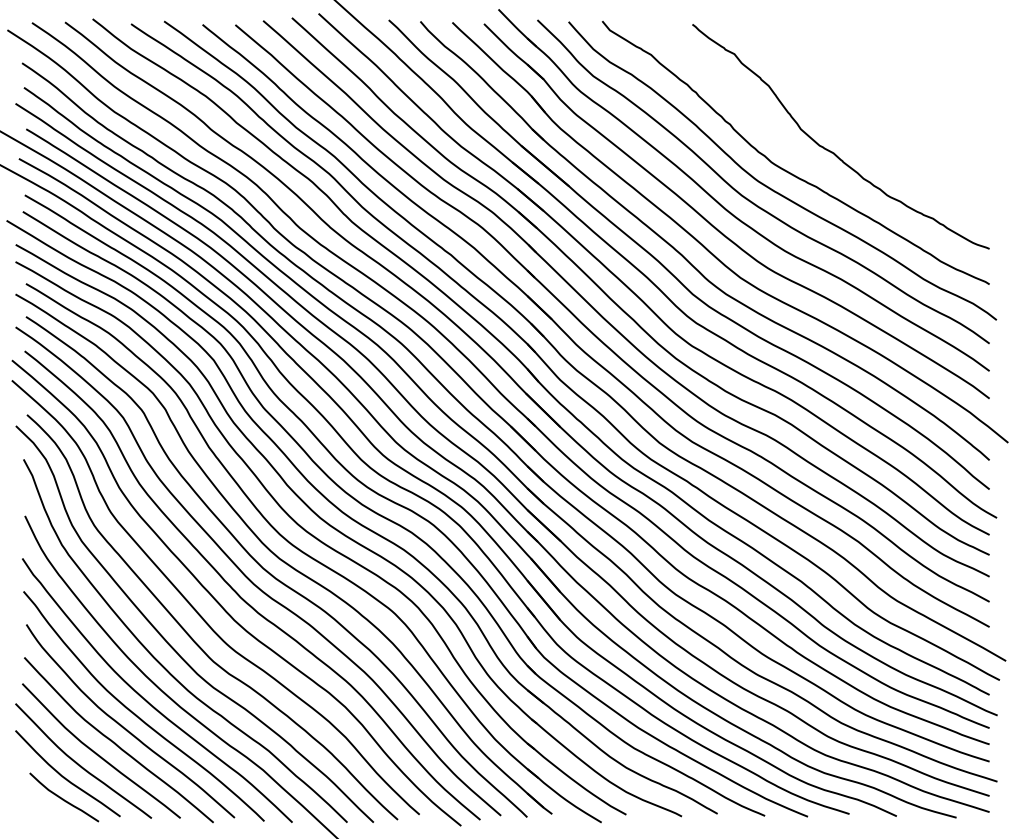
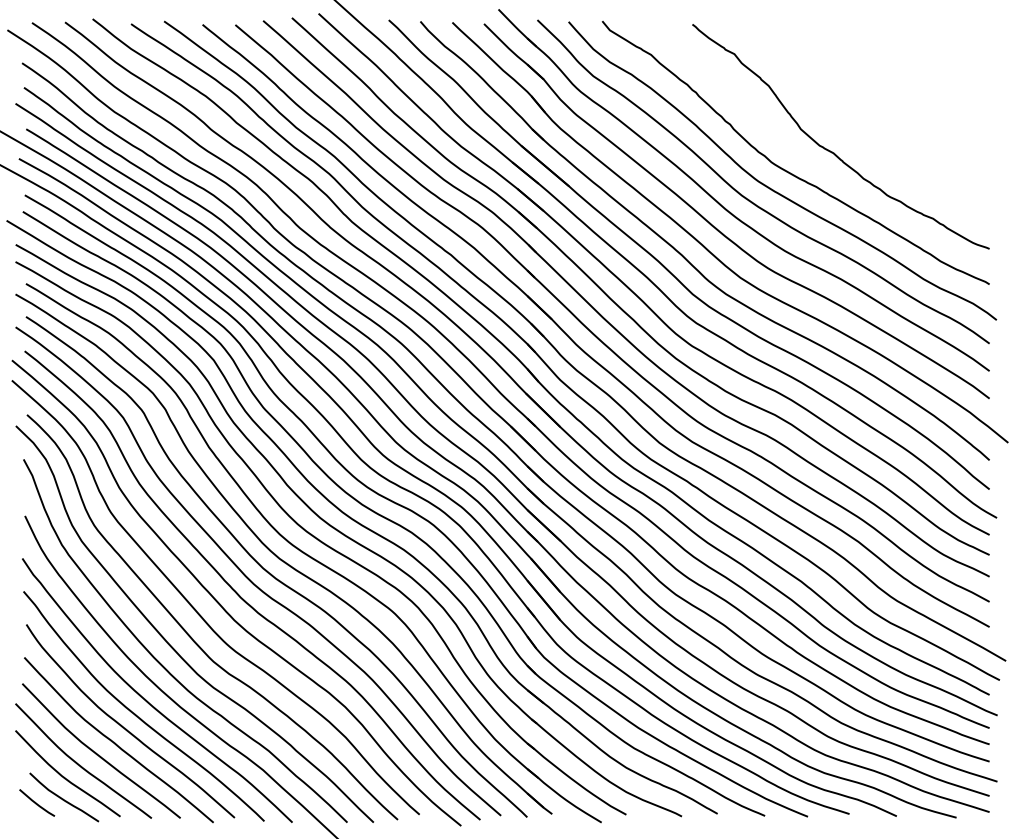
line at (36, 802): none -> present
